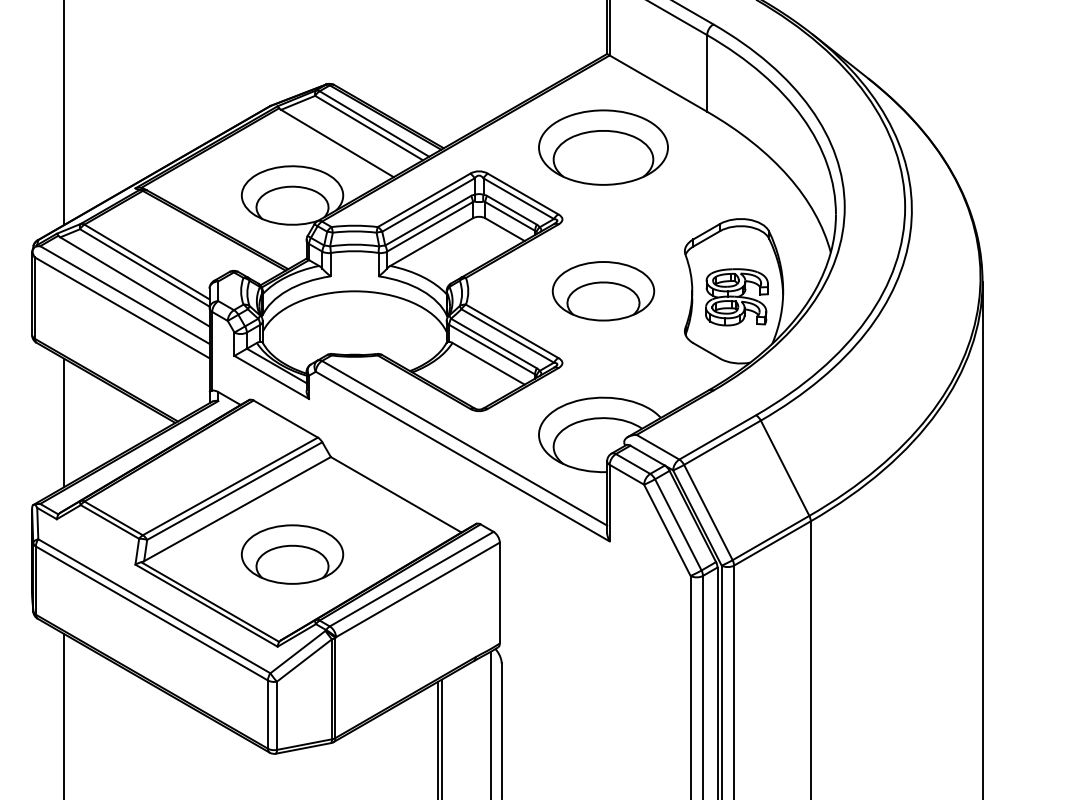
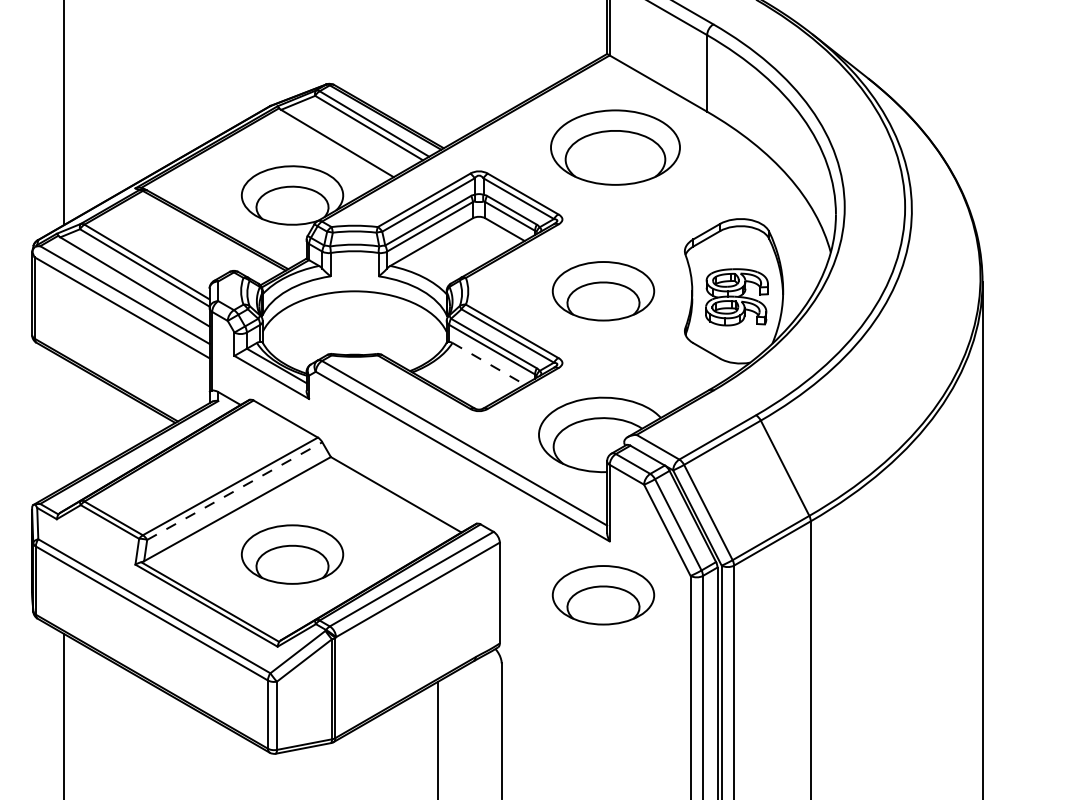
part at (603, 147) position: (603, 147) -> (615, 147)
line at (488, 363): solid -> dashed
line at (64, 422): present -> none
line at (235, 490): solid -> dashed
part at (603, 595): none -> present
line at (491, 723): present -> none
line at (441, 737): present -> none
